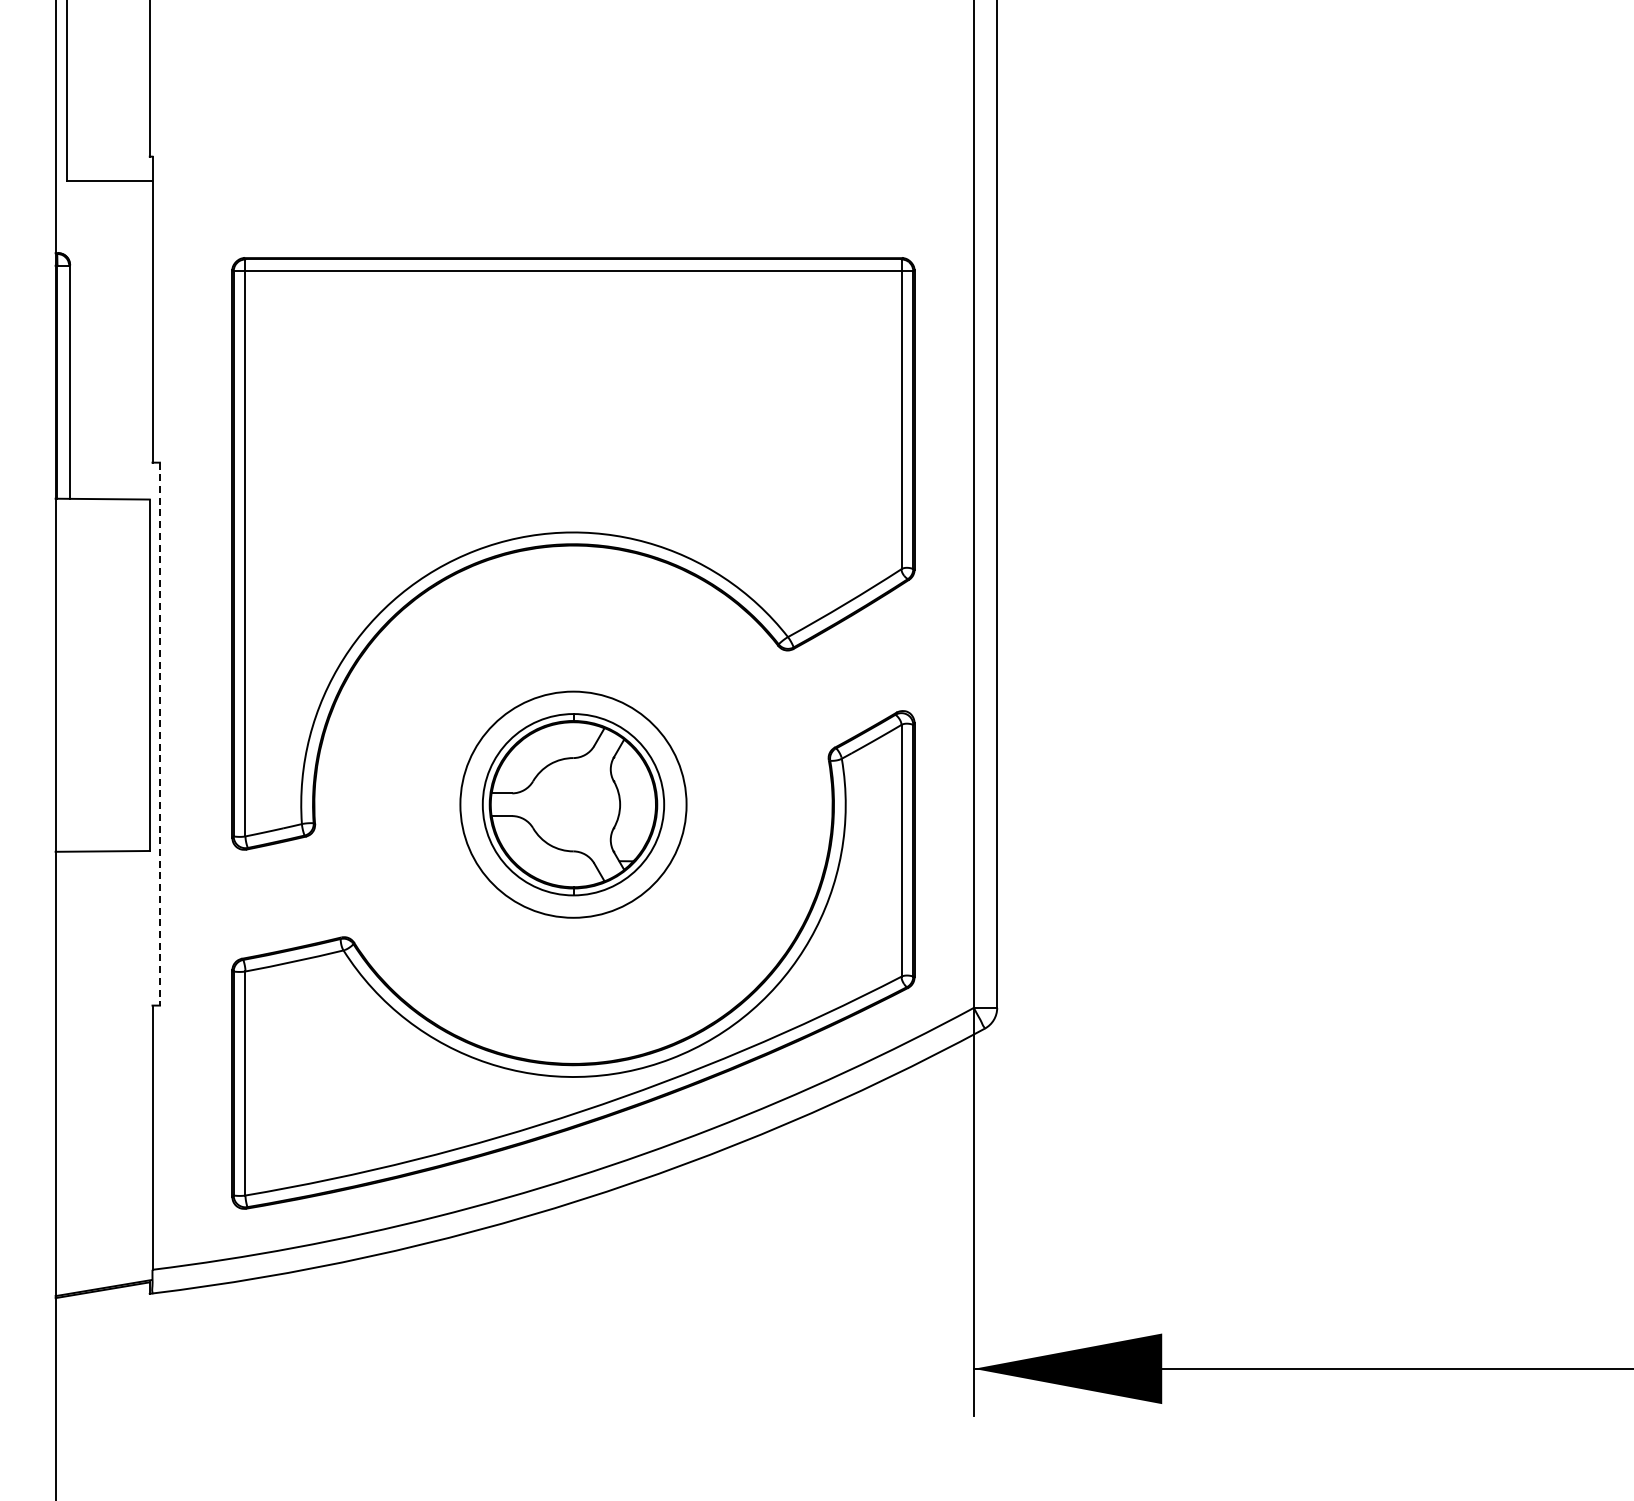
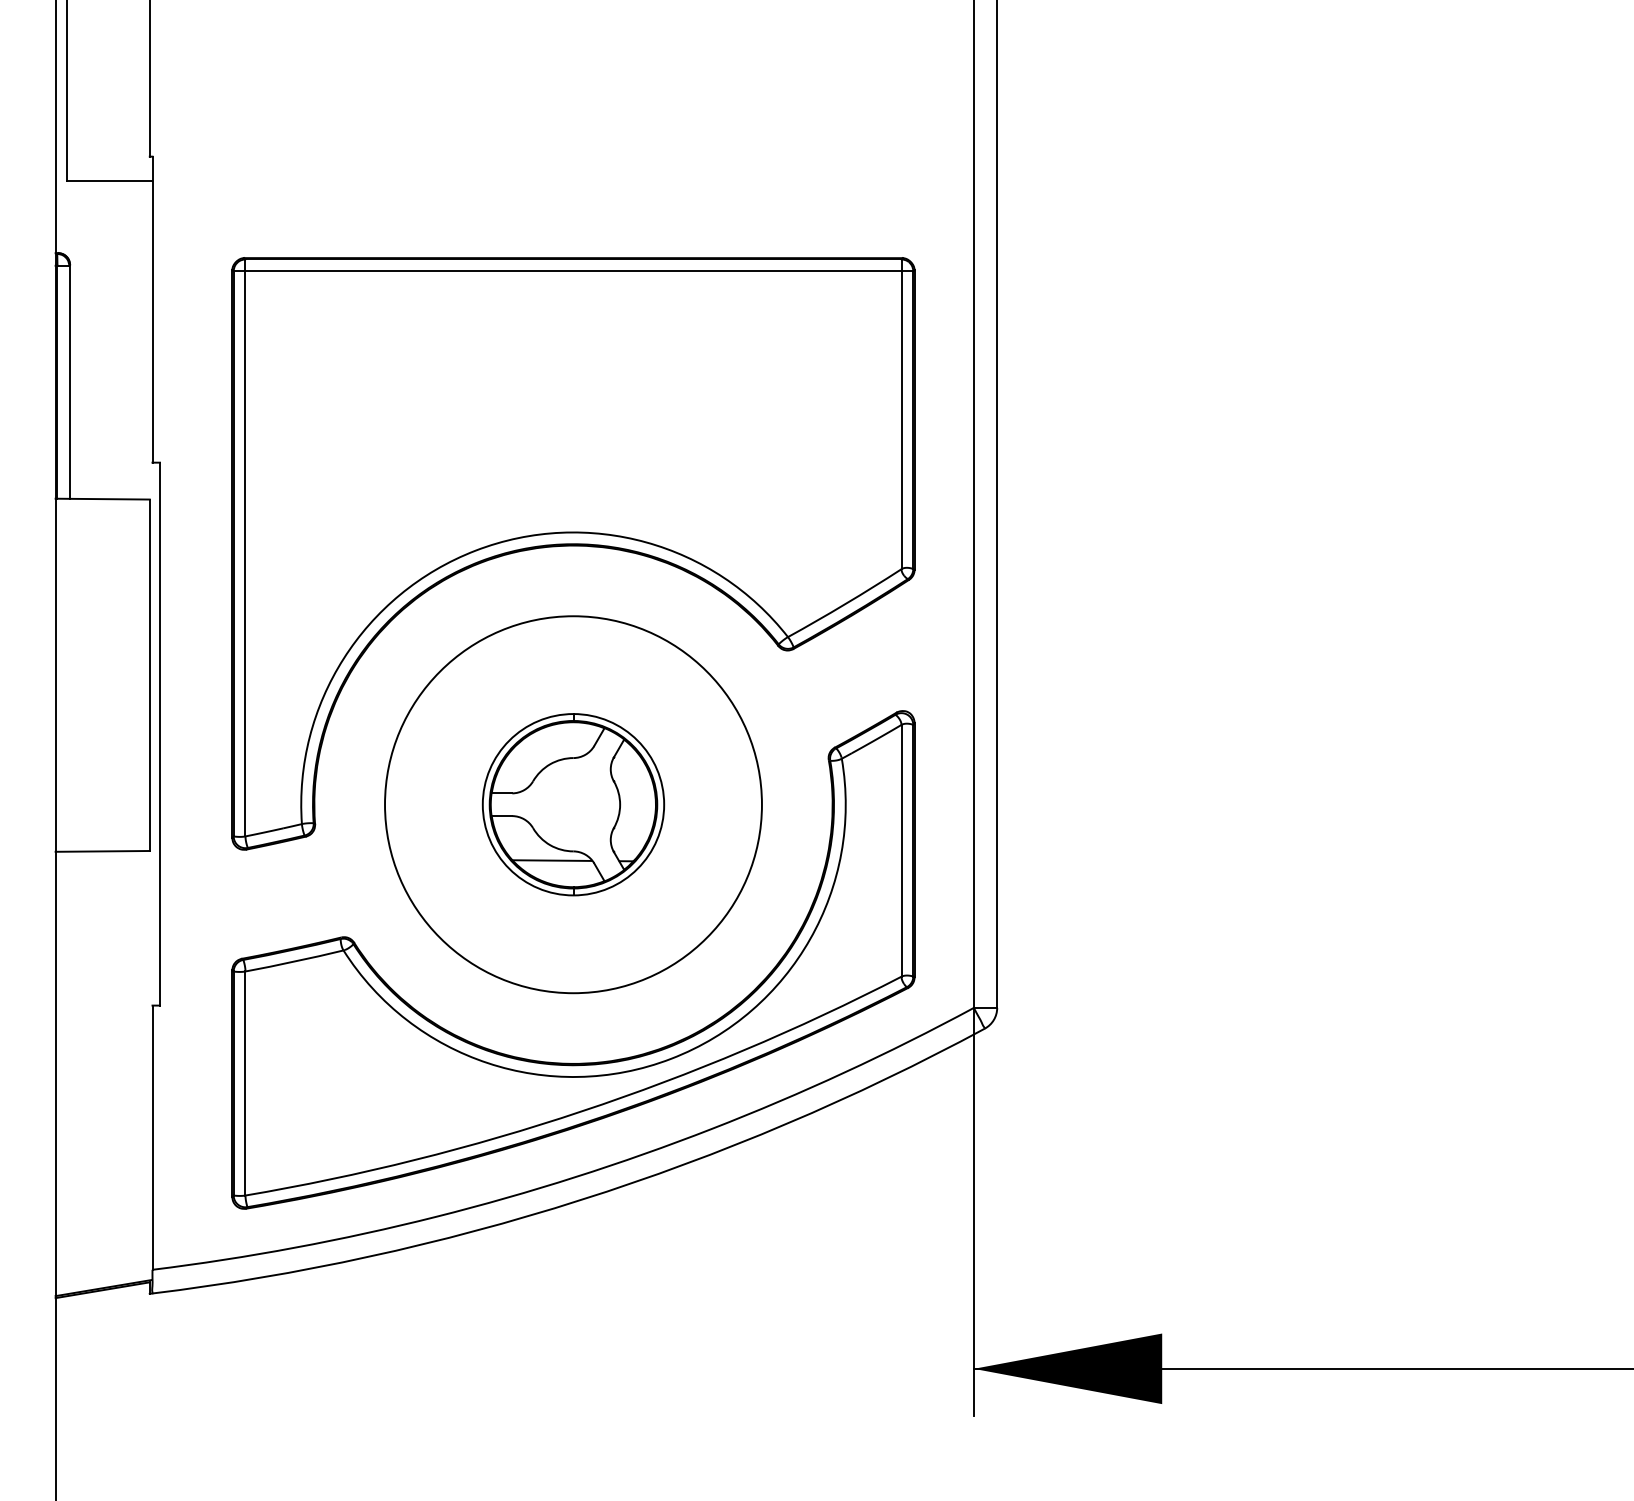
line at (159, 734): dashed -> solid
circle at (573, 804) diameter: 226 px -> 377 px
line at (551, 860): none -> present
